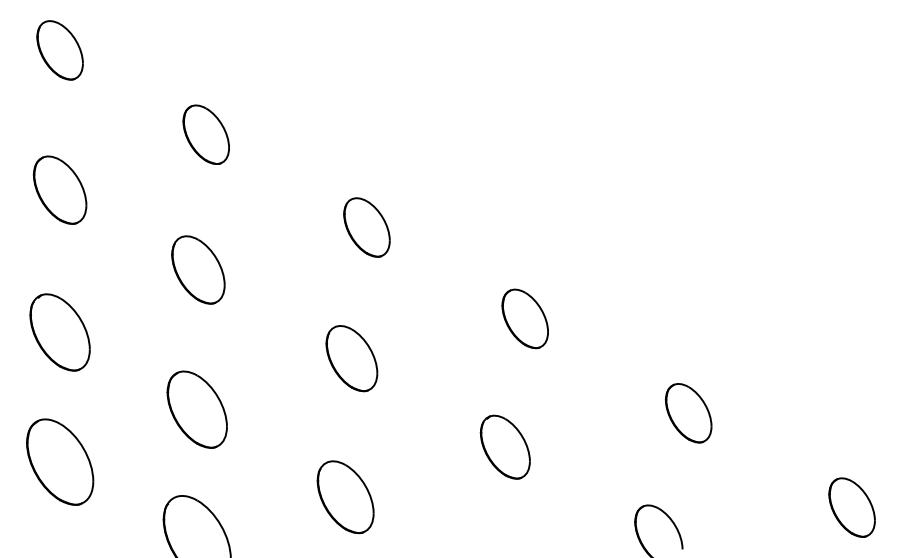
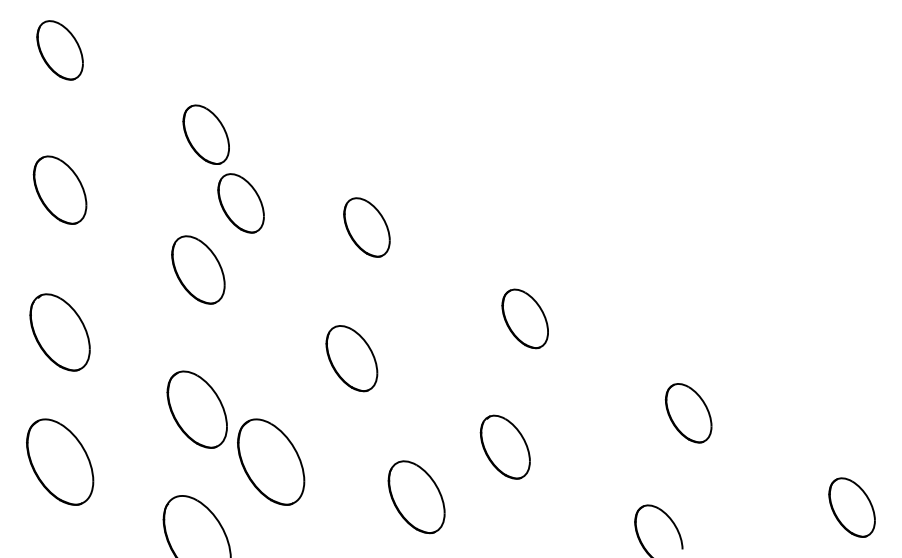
part at (240, 203): none -> present
part at (271, 461): none -> present
part at (345, 497) position: (345, 497) -> (416, 497)
